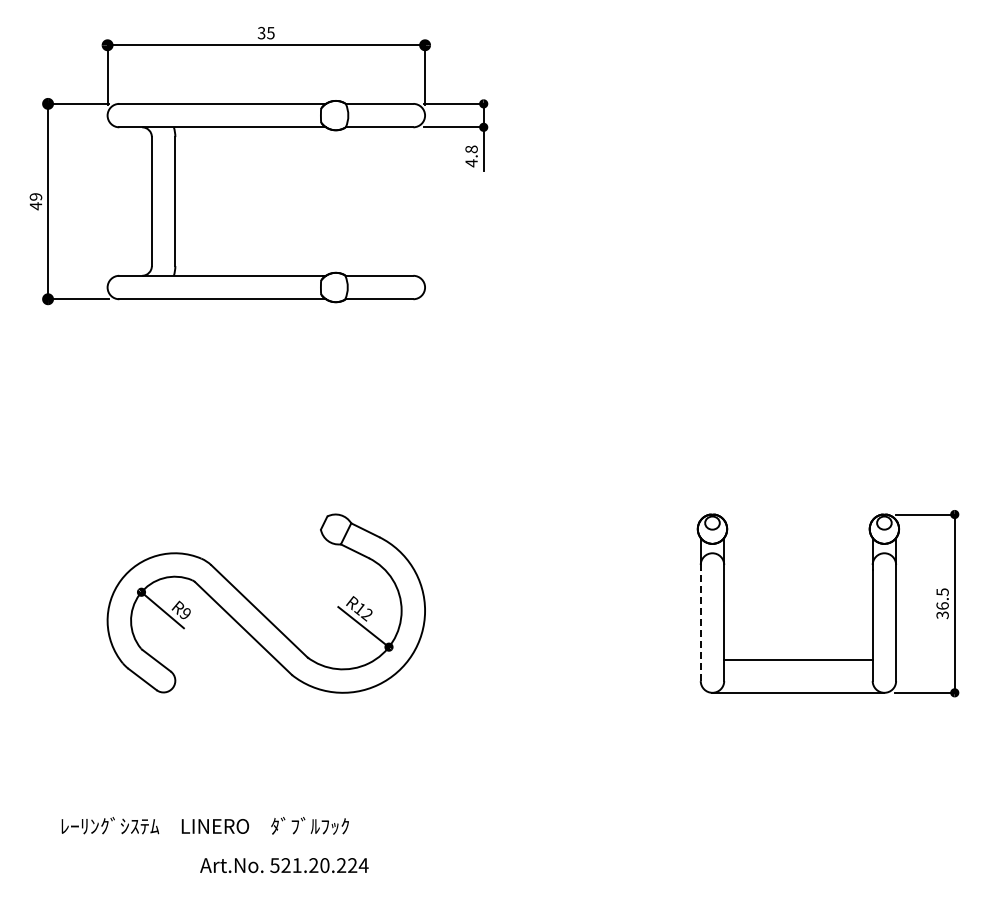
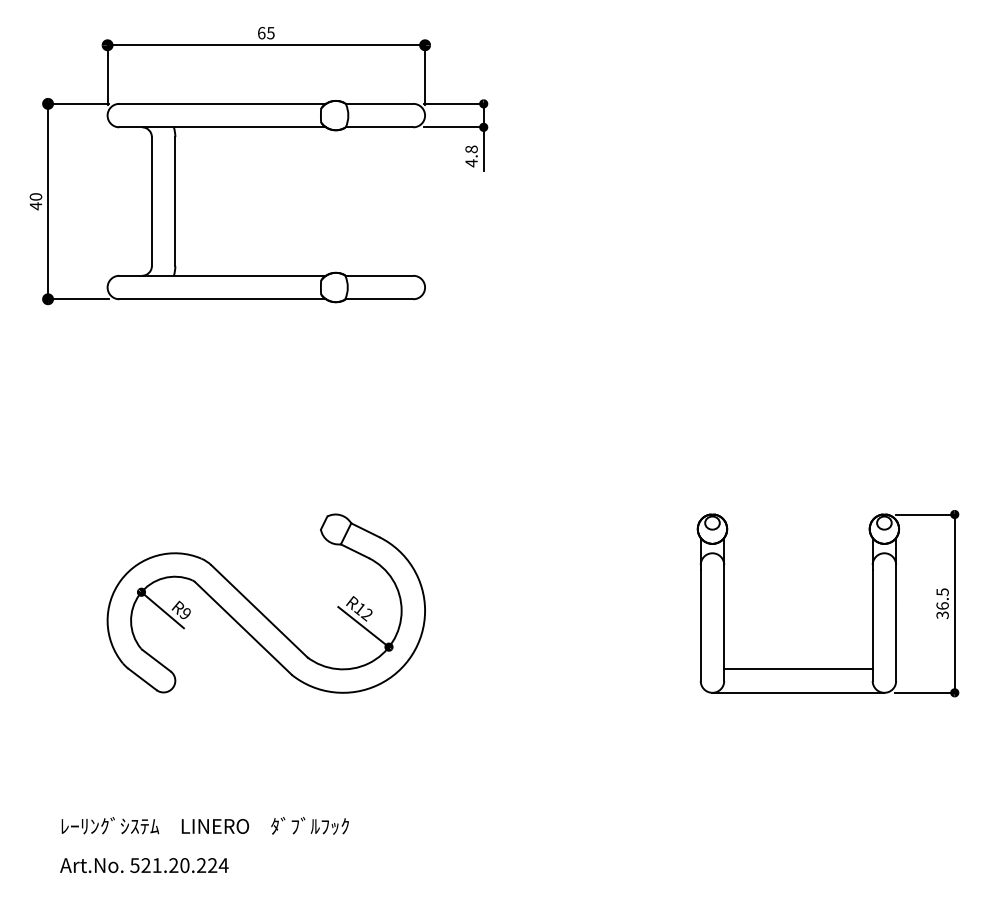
text at (261, 33): 35 -> 65
text at (36, 196): 49 -> 40
line at (700, 625): dashed -> solid
line at (798, 660) position: (798, 660) -> (798, 669)
text at (284, 865) position: (284, 865) -> (144, 865)
